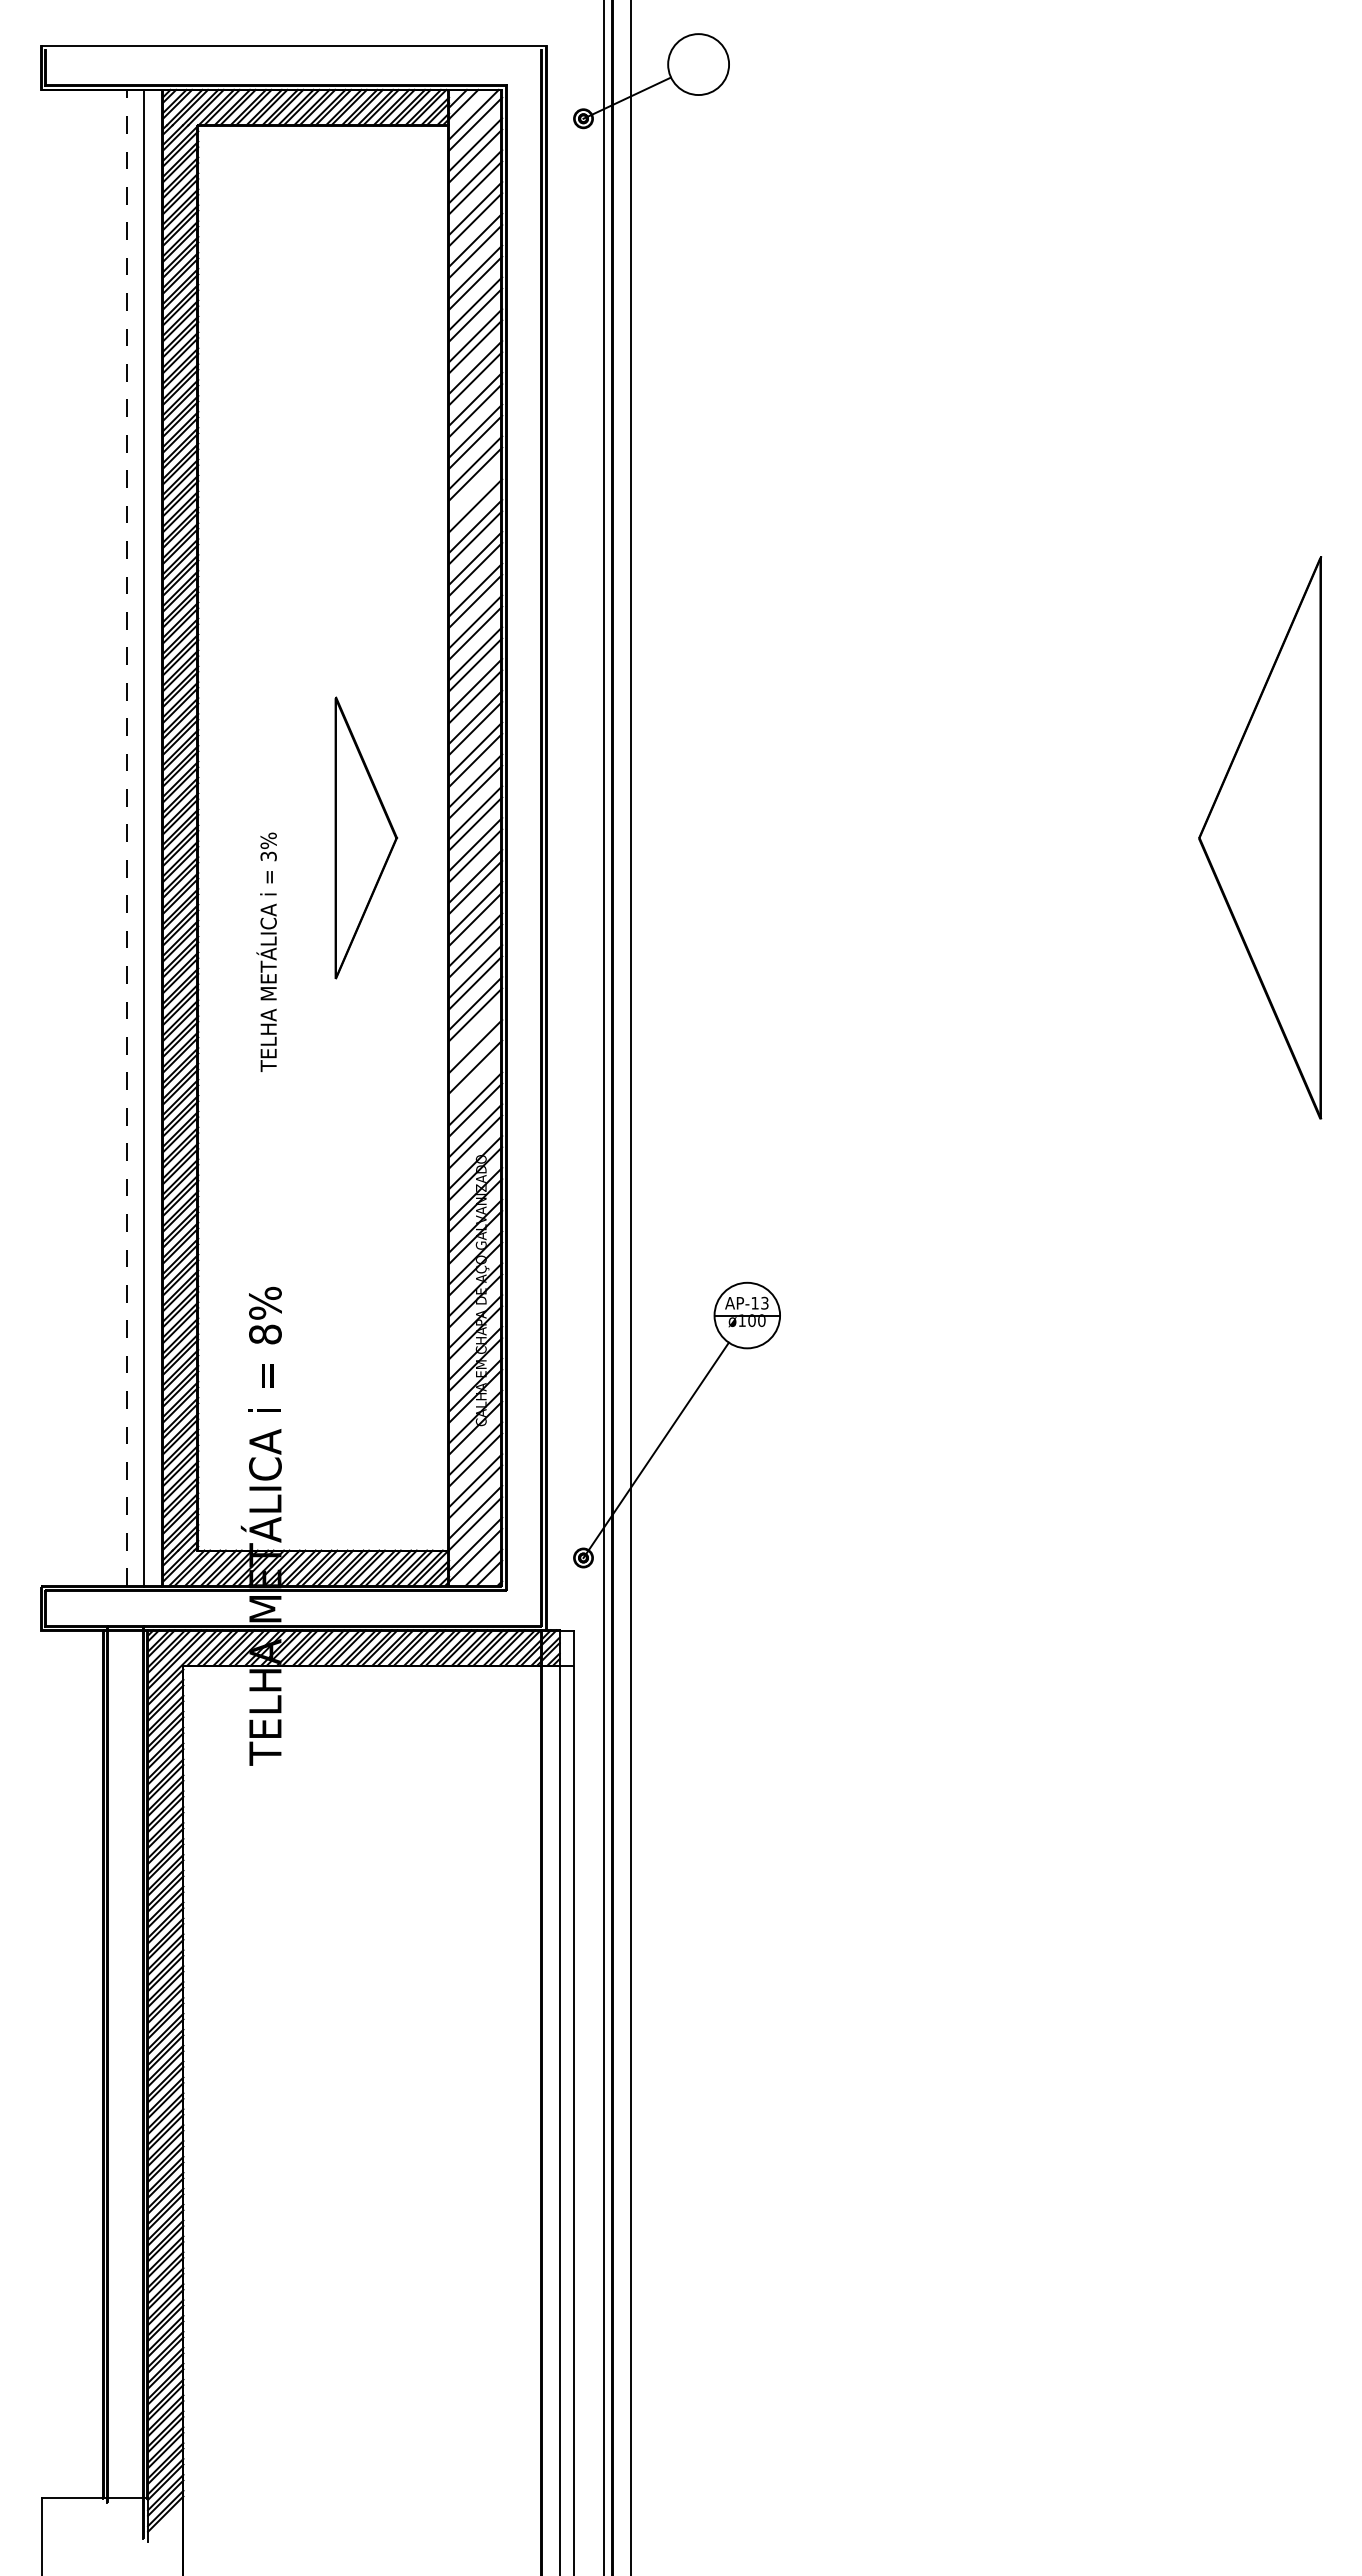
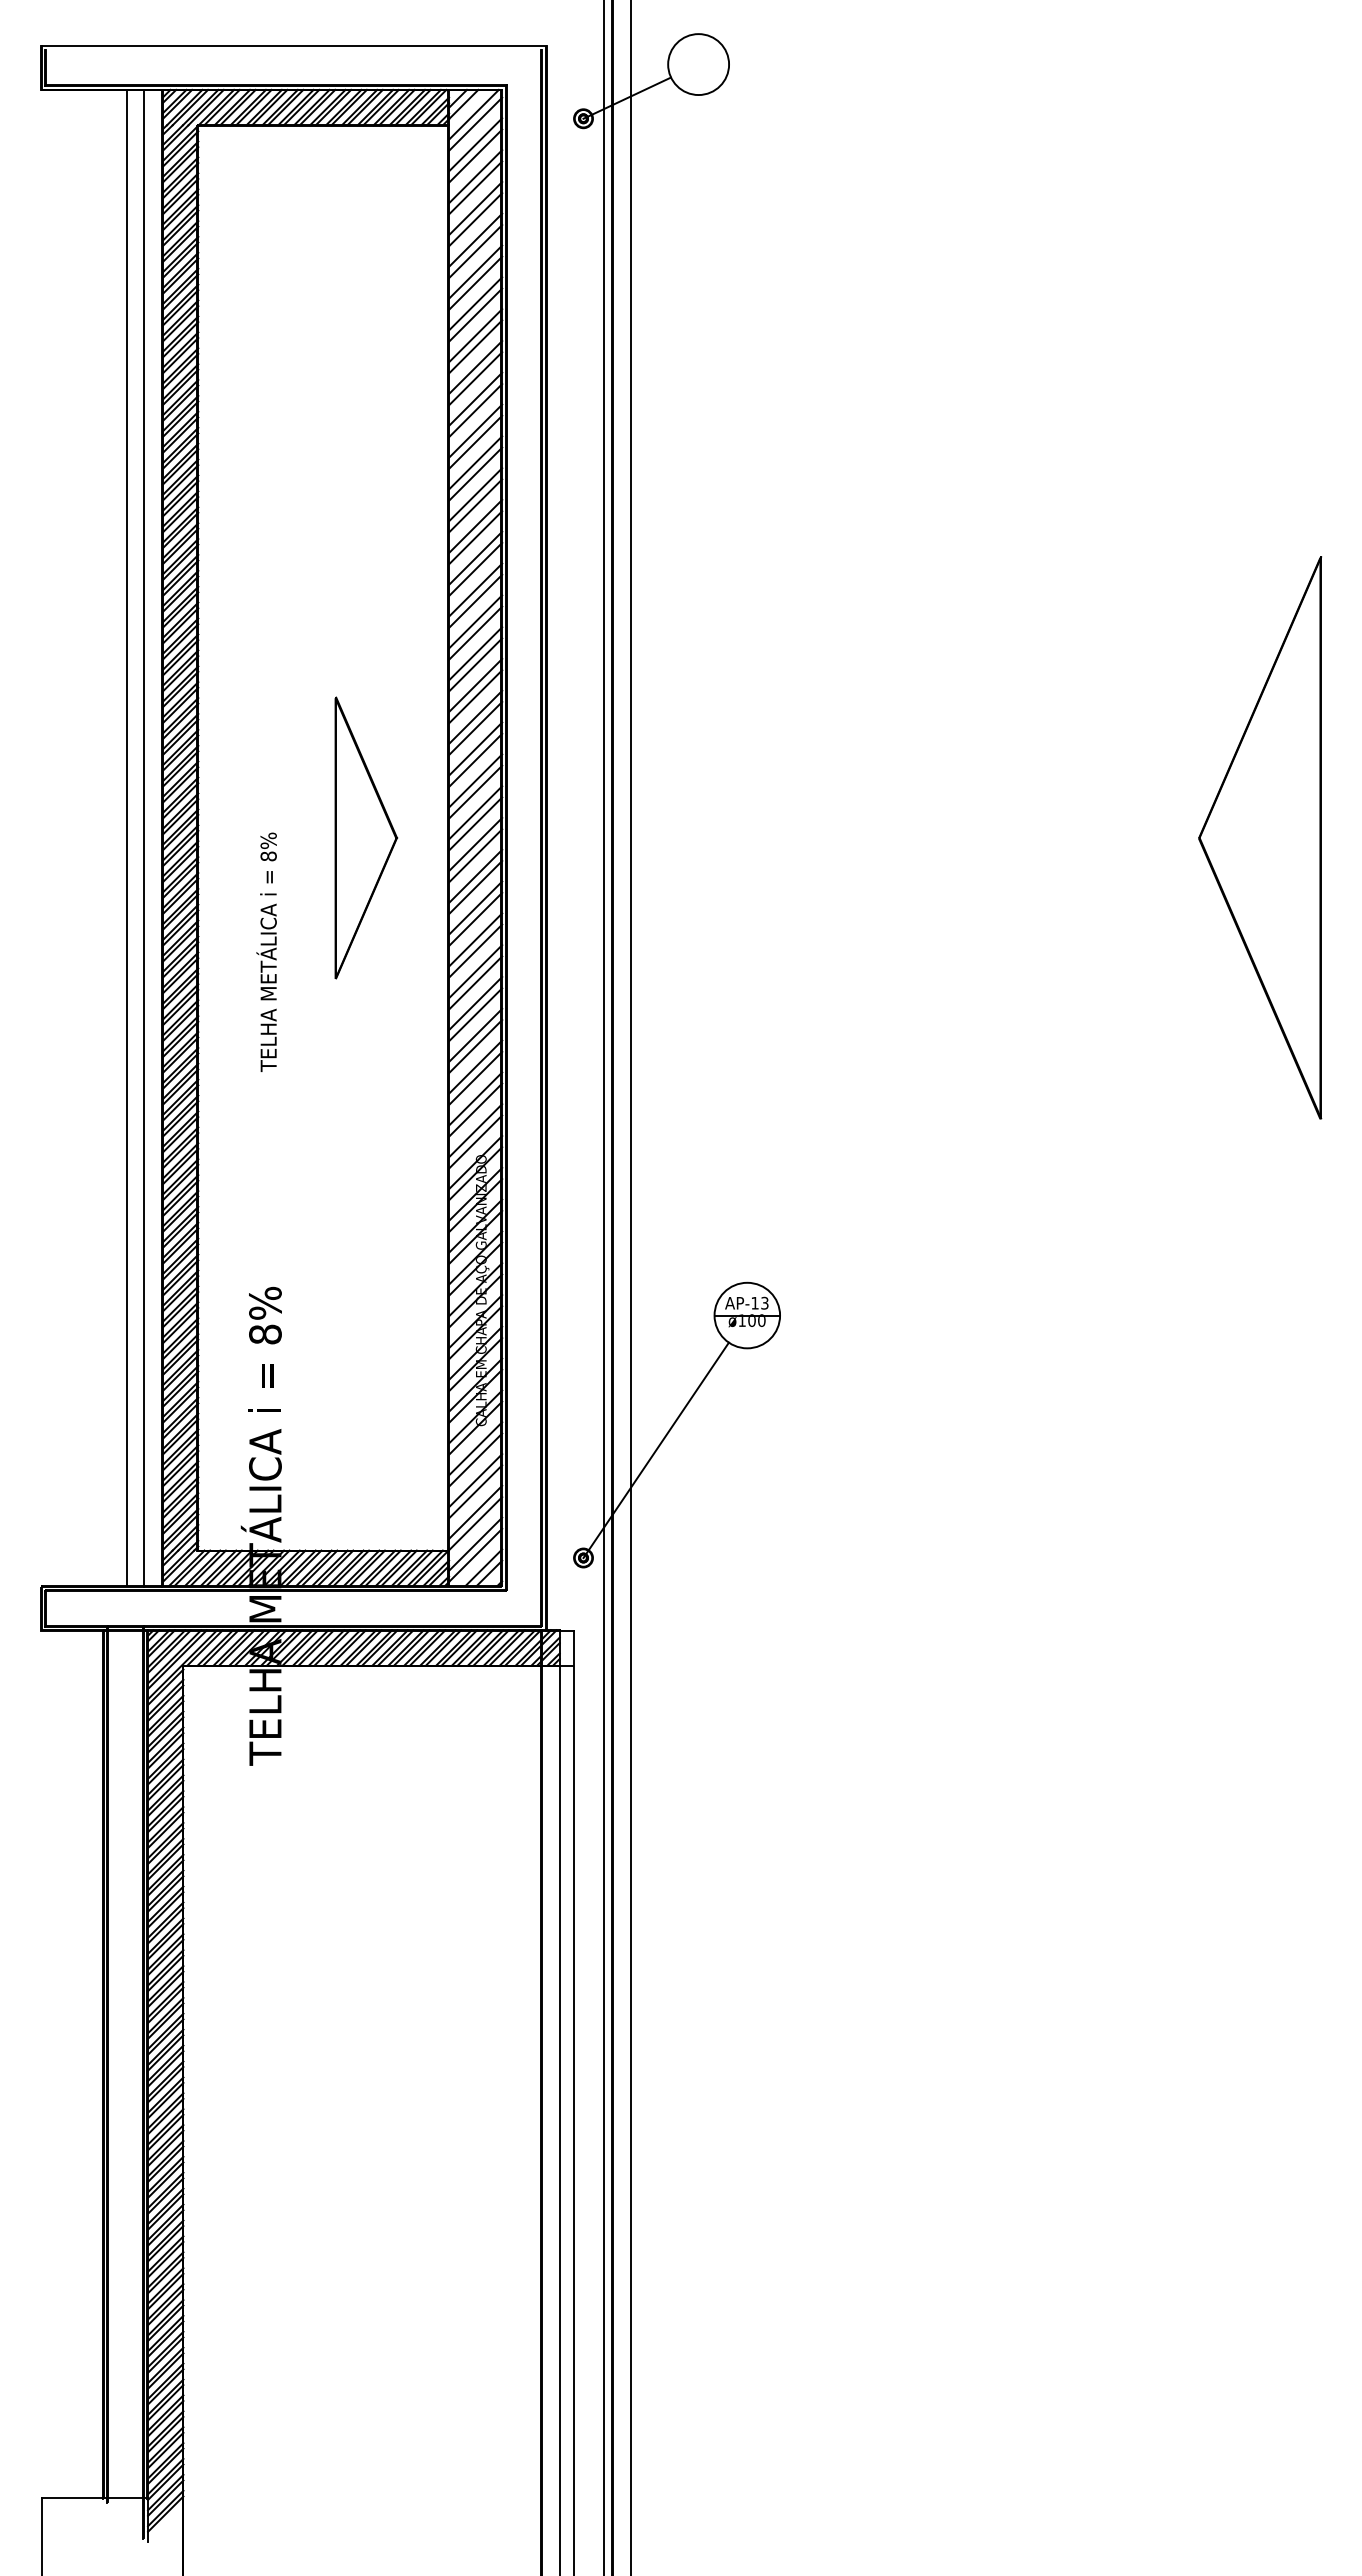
line at (475, 494): none -> present
line at (127, 837): dashed -> solid
text at (268, 856): 3% -> 8%
line at (475, 1034): none -> present
line at (475, 1078): none -> present
